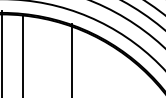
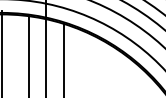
line at (46, 48): none -> present
line at (22, 55) position: (22, 55) -> (28, 55)
line at (72, 59) position: (72, 59) -> (64, 59)
